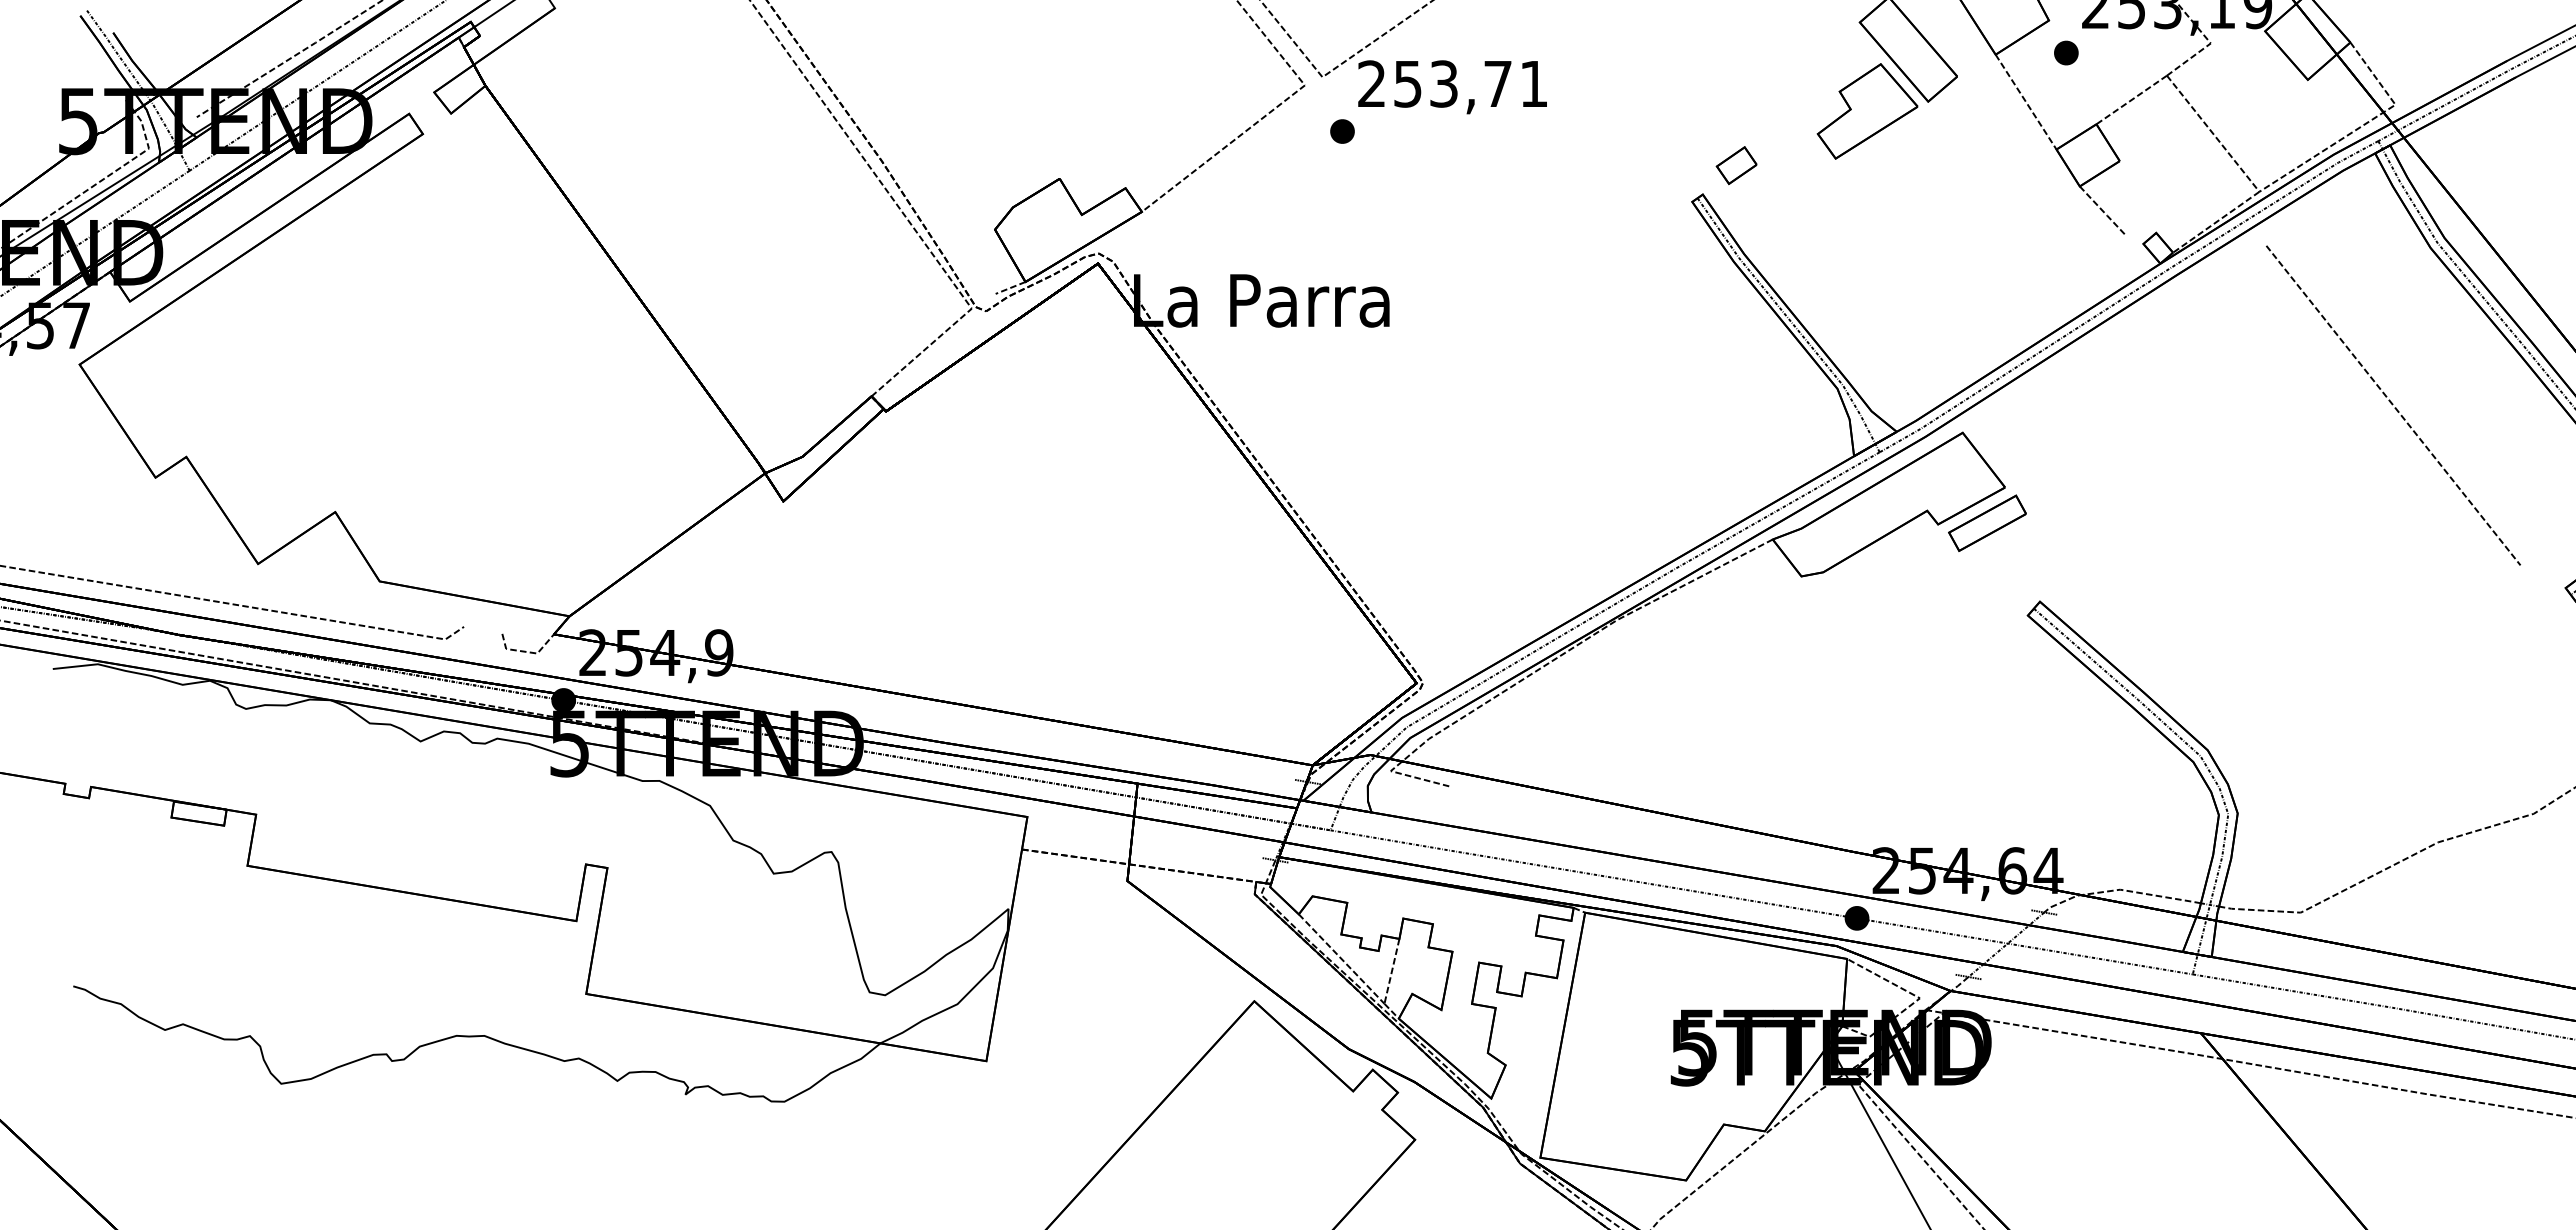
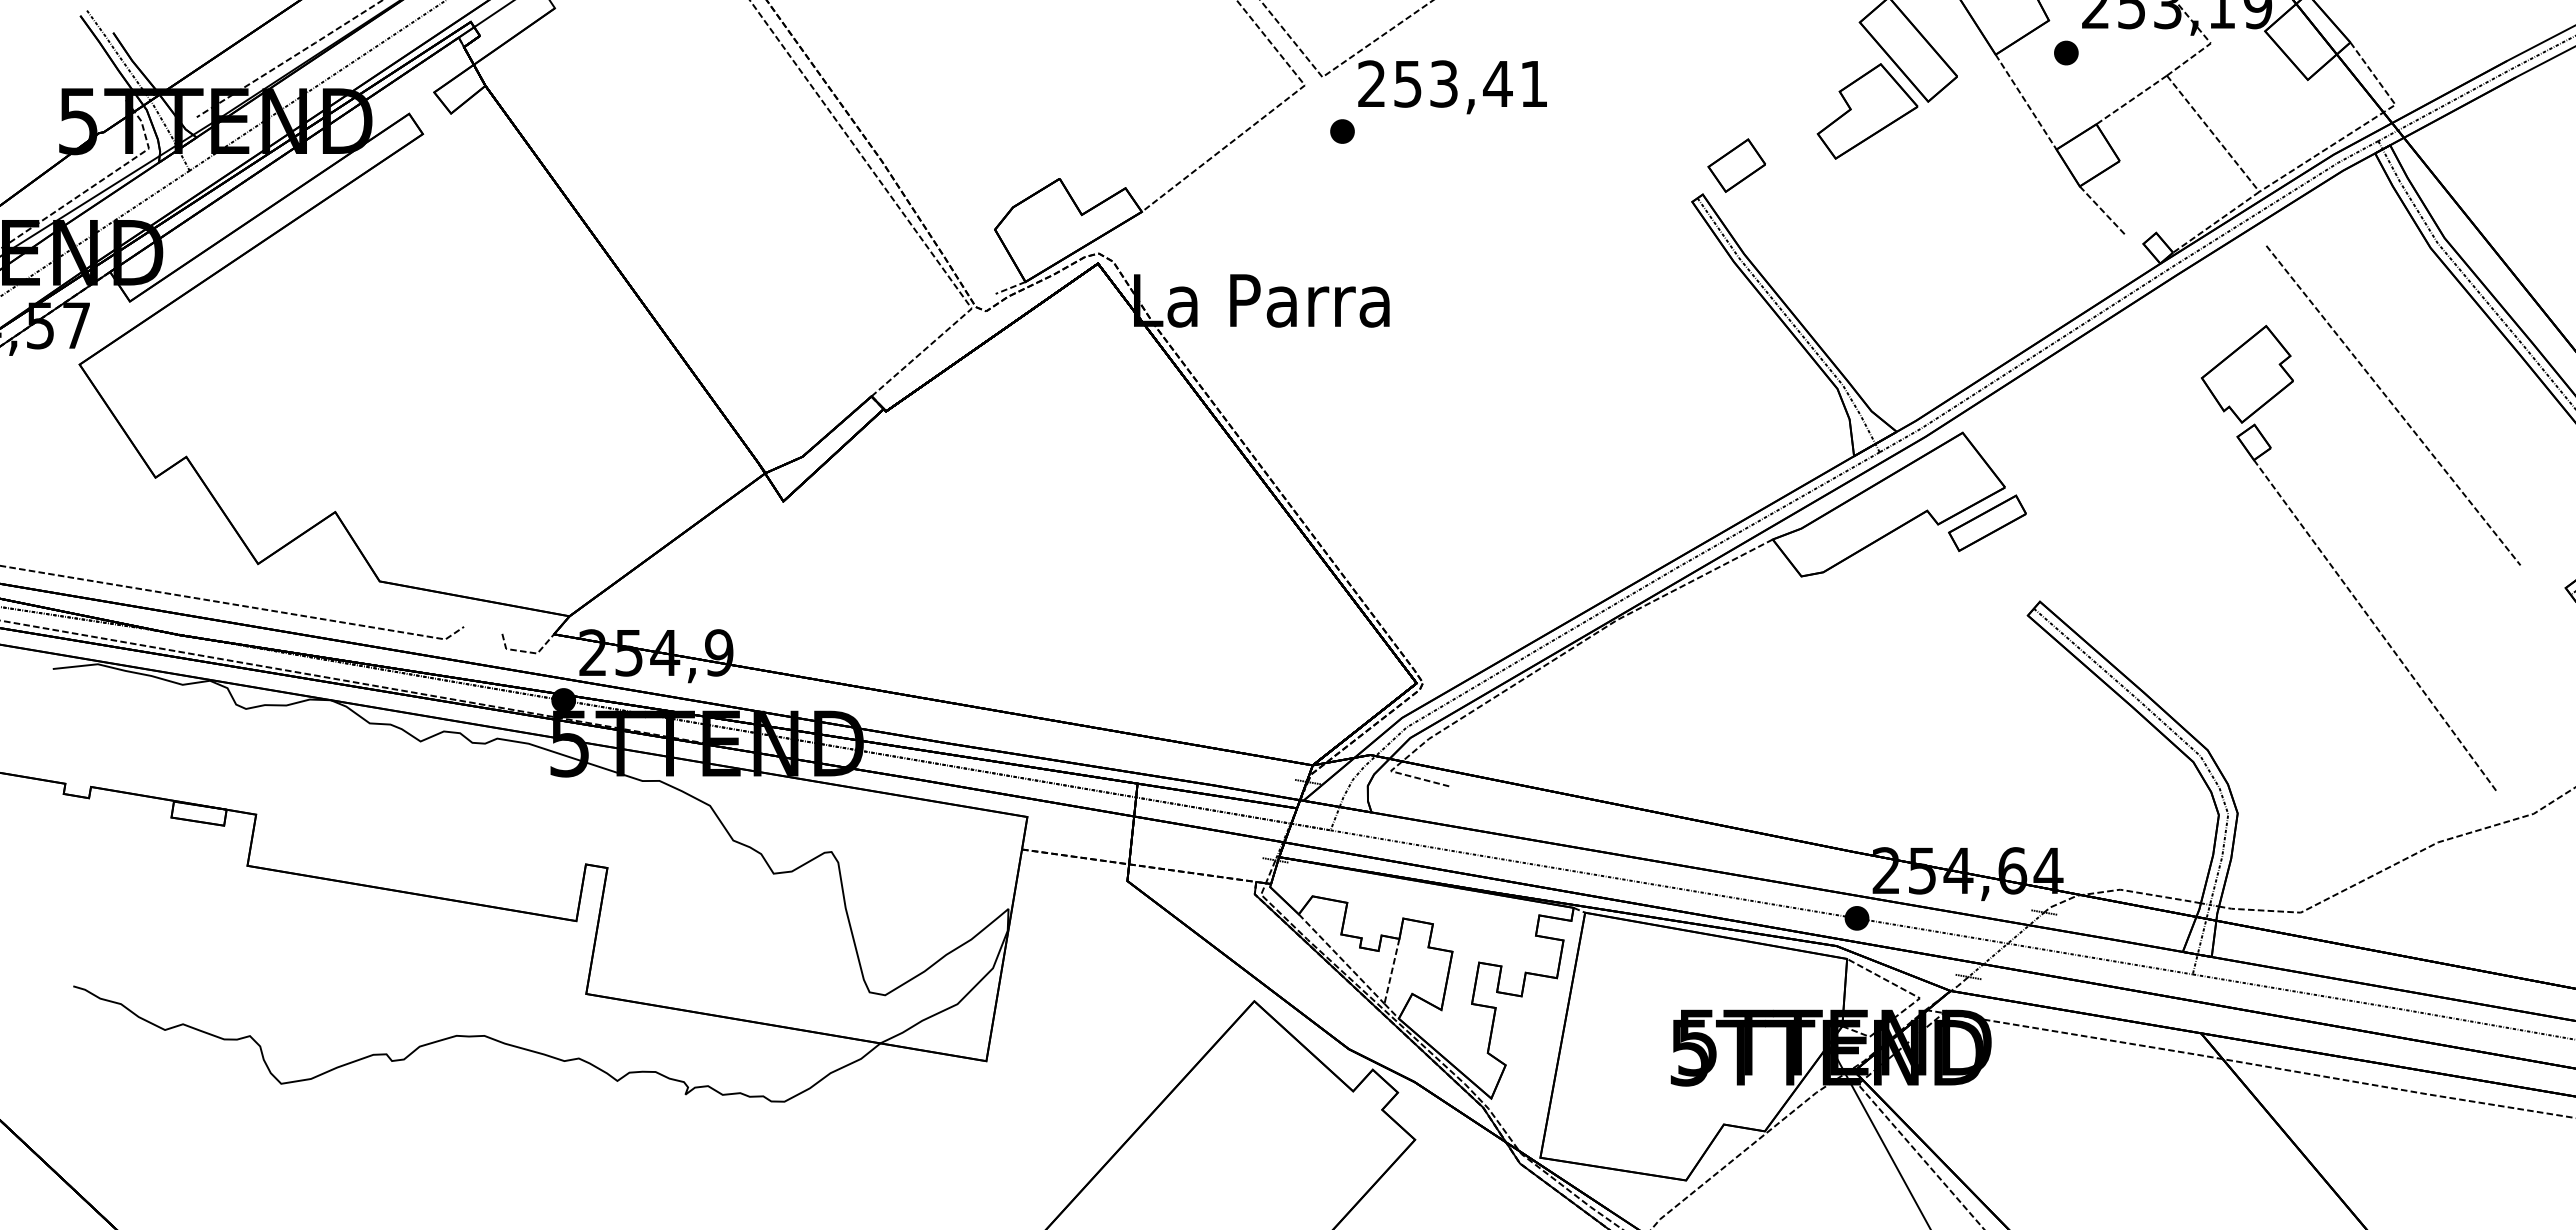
text at (1497, 83): 253,71 -> 253,41
part at (1736, 165) size: 43x40 px -> 59x55 px
part at (2333, 566): none -> present
